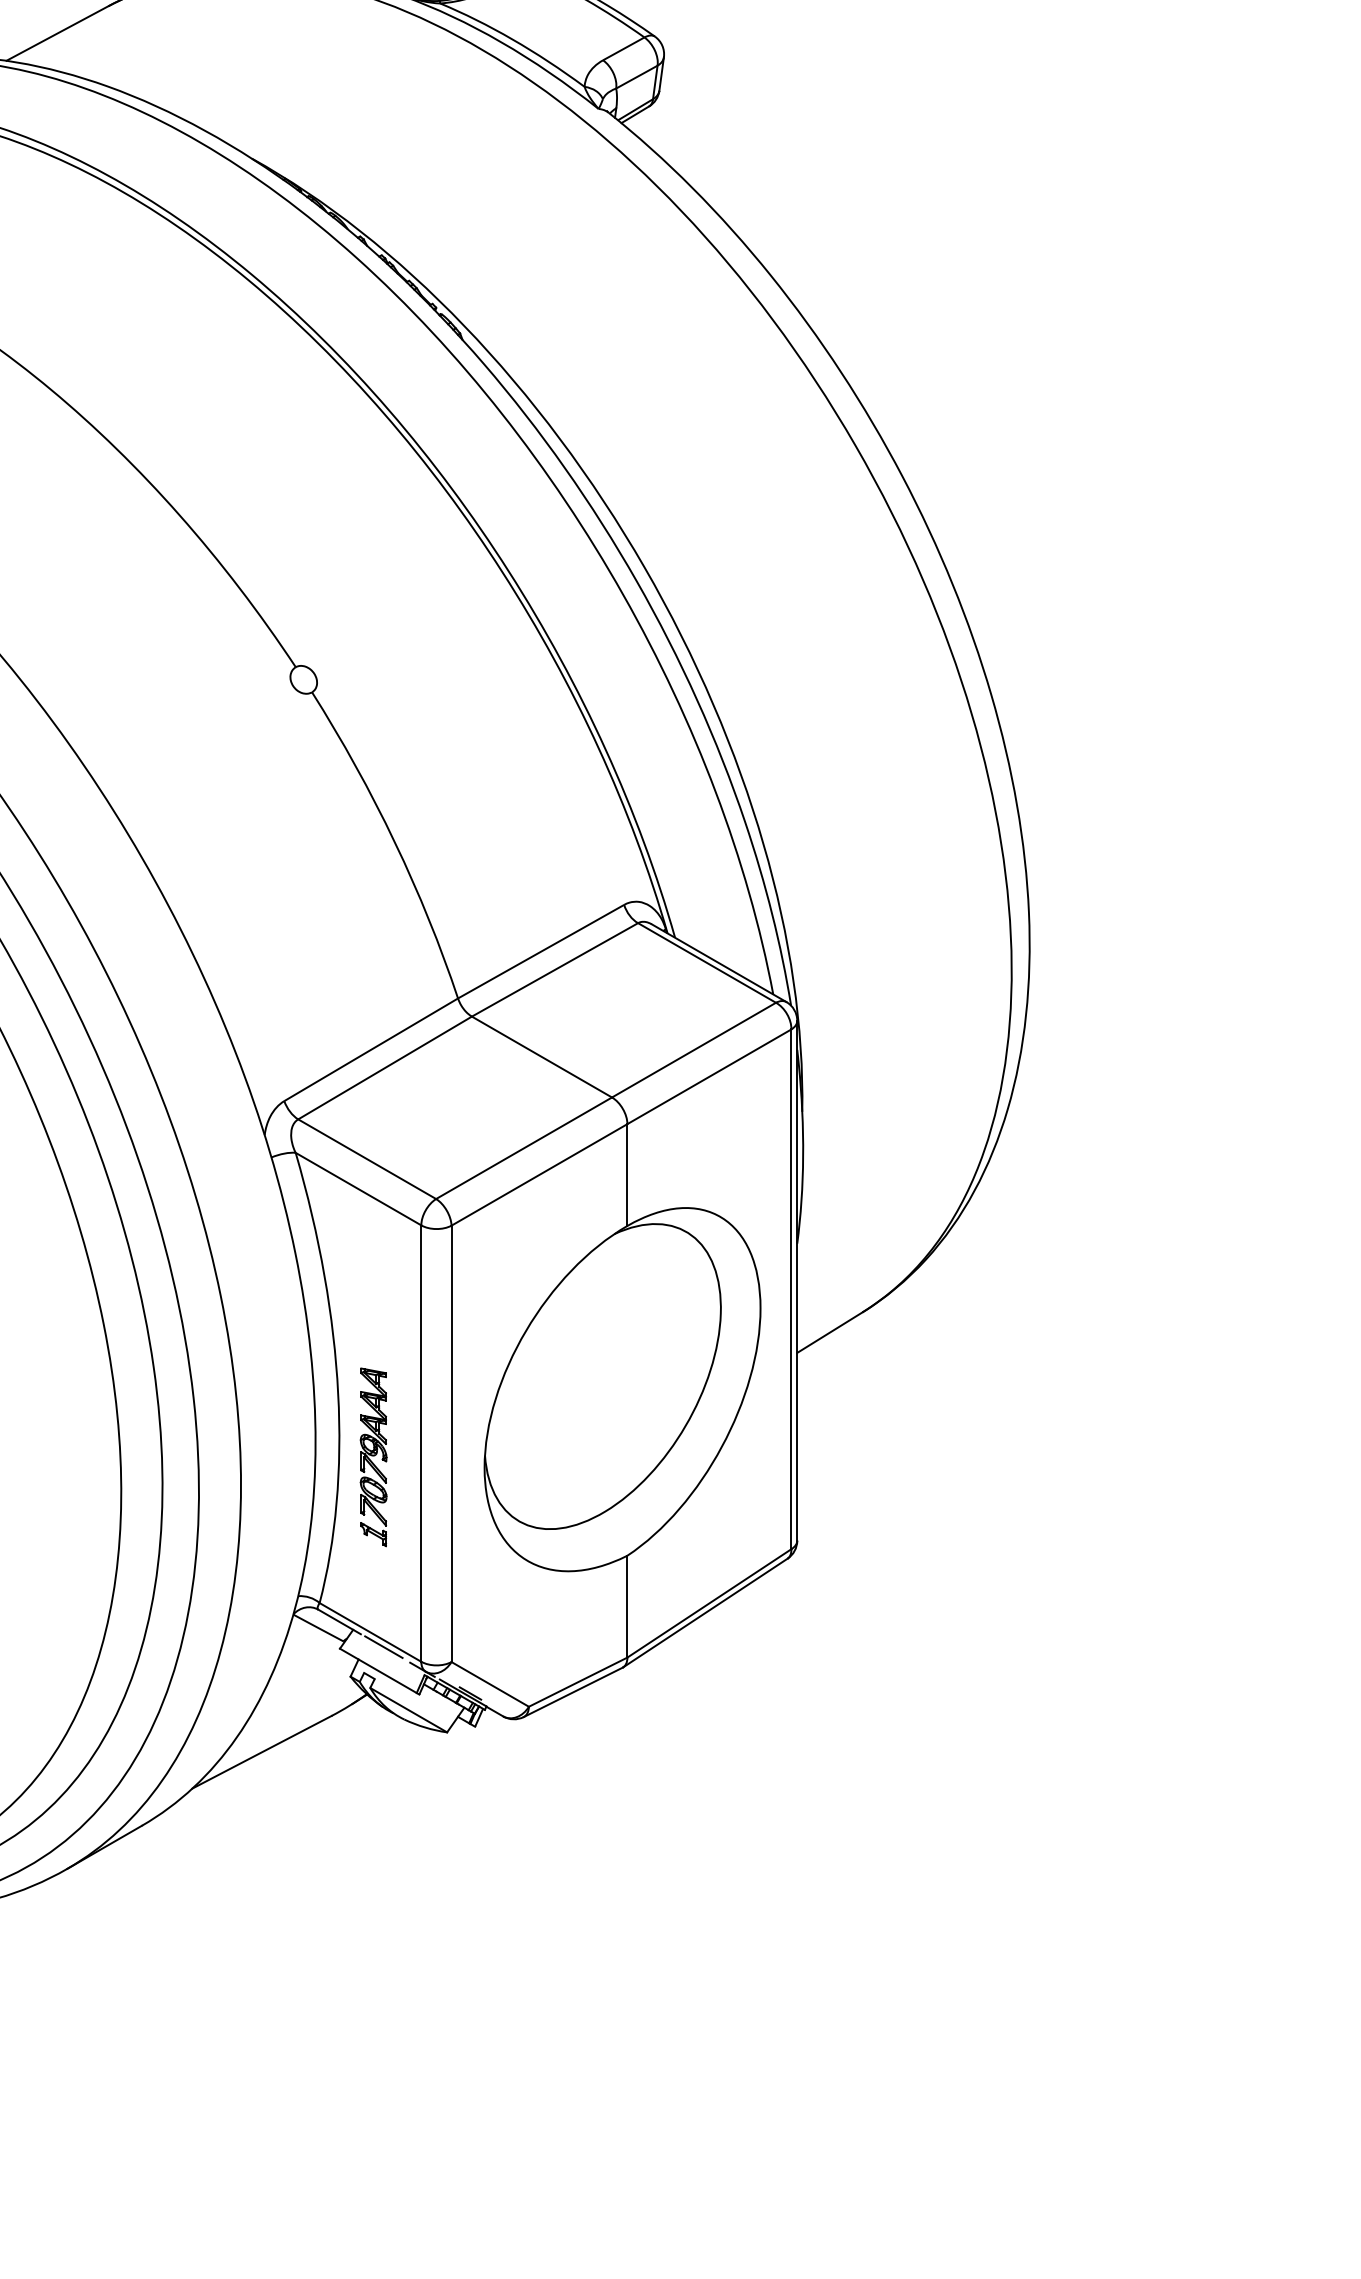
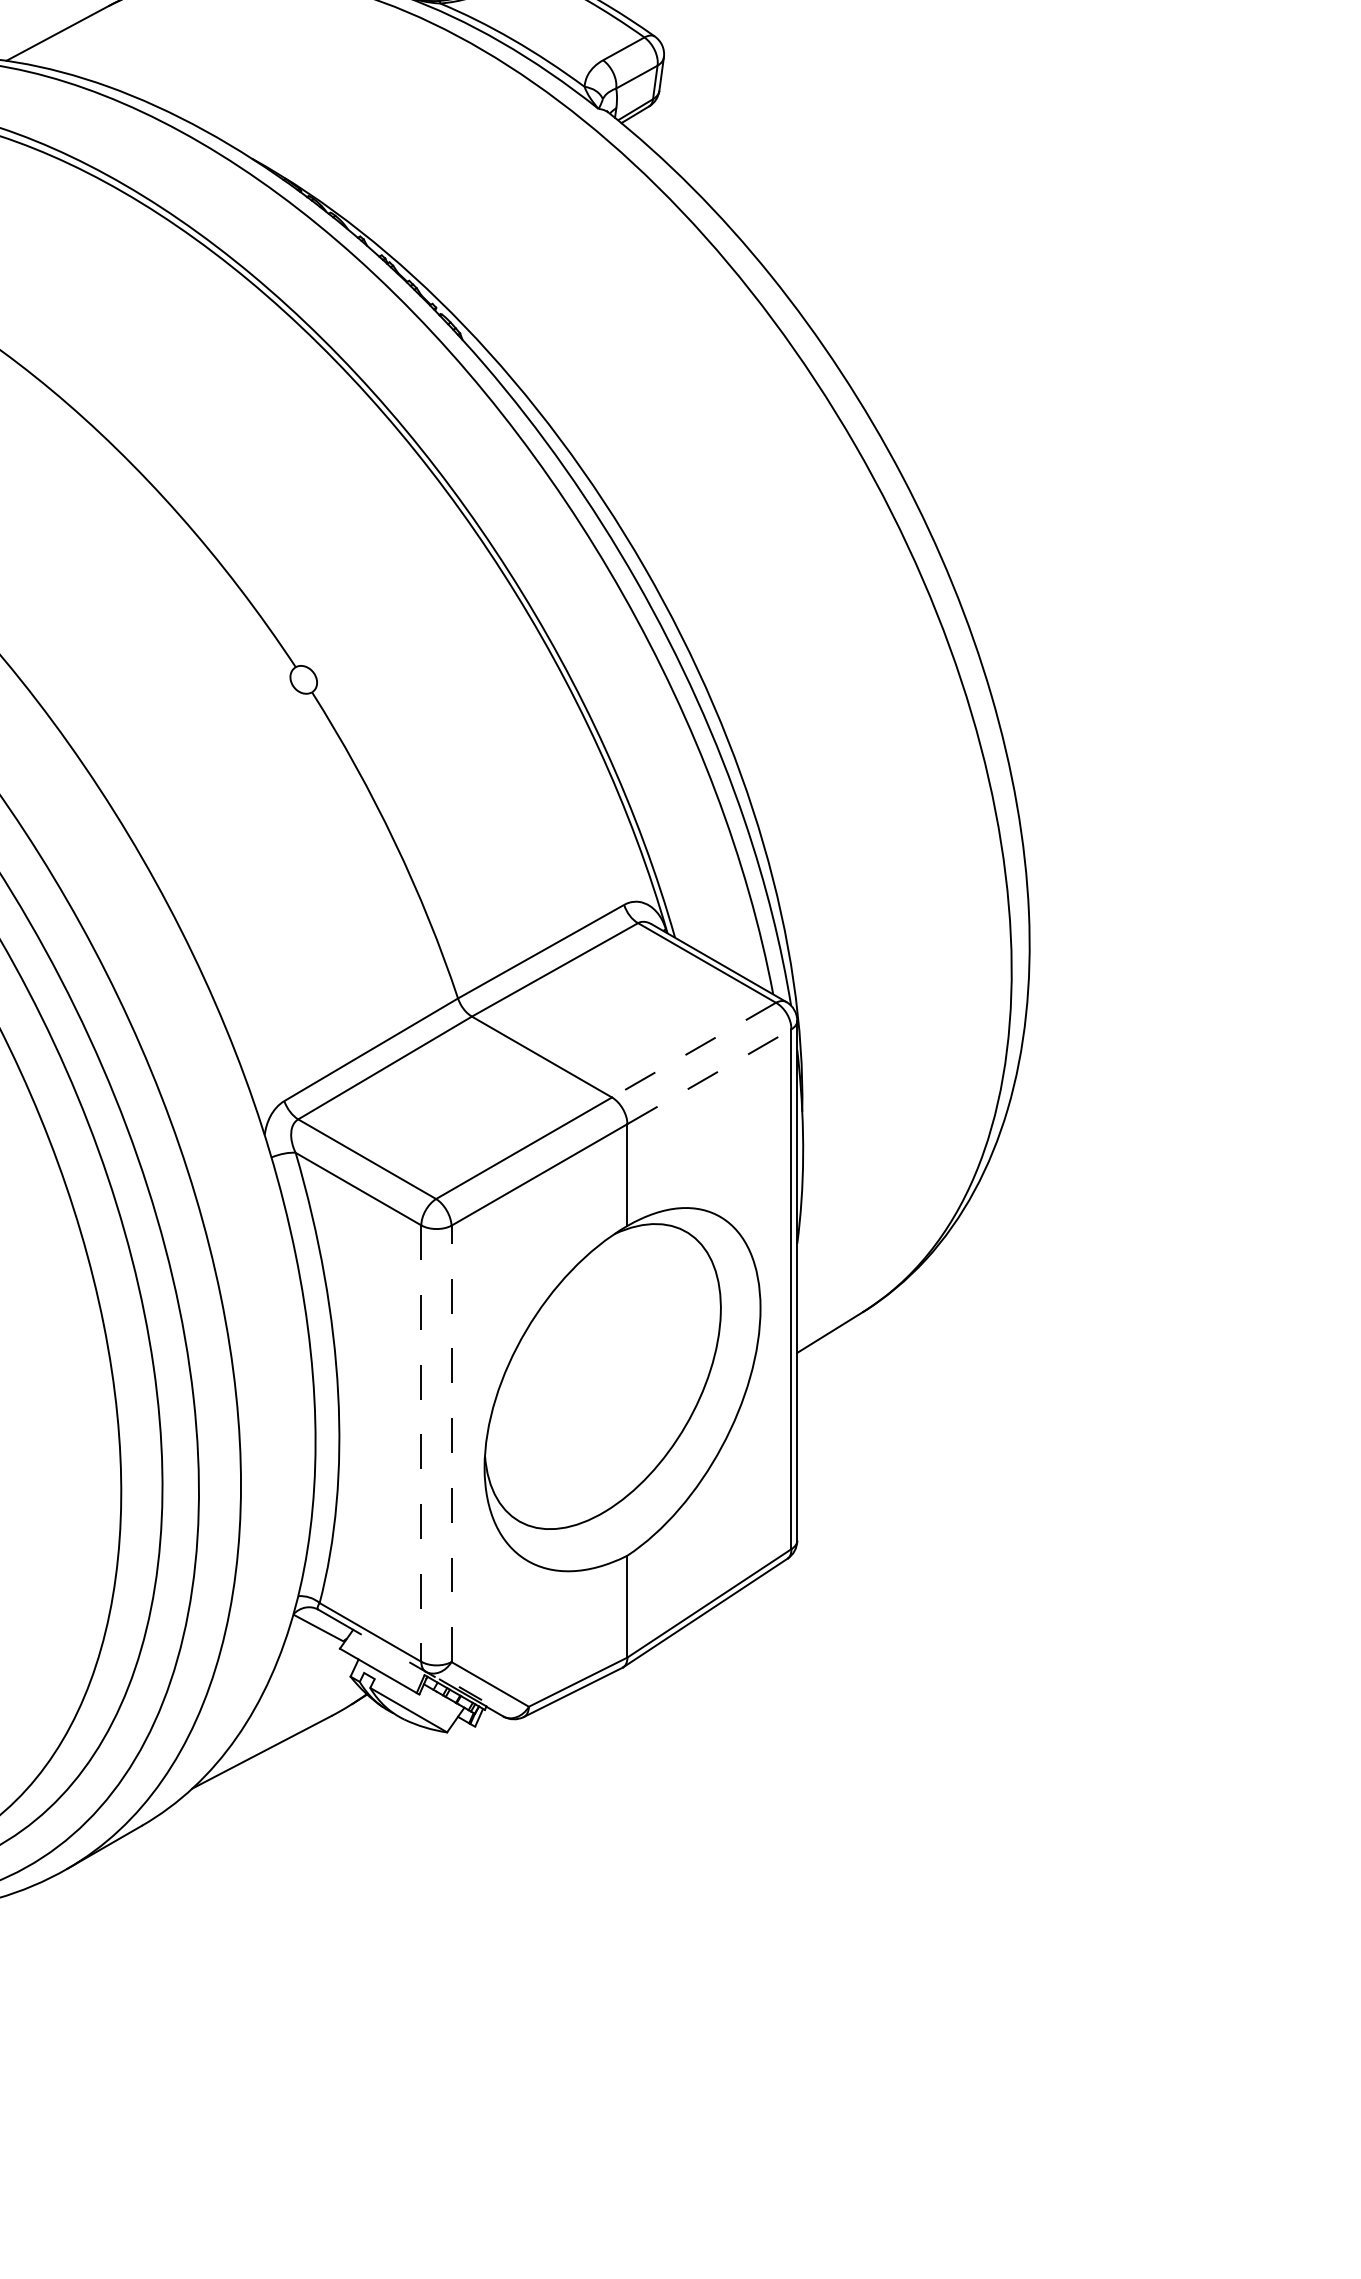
line at (694, 1050): solid -> dashed
line at (709, 1076): solid -> dashed
line at (451, 1443): solid -> dashed
line at (421, 1444): solid -> dashed
part at (373, 1457): present -> none
line at (383, 1646): present -> none
